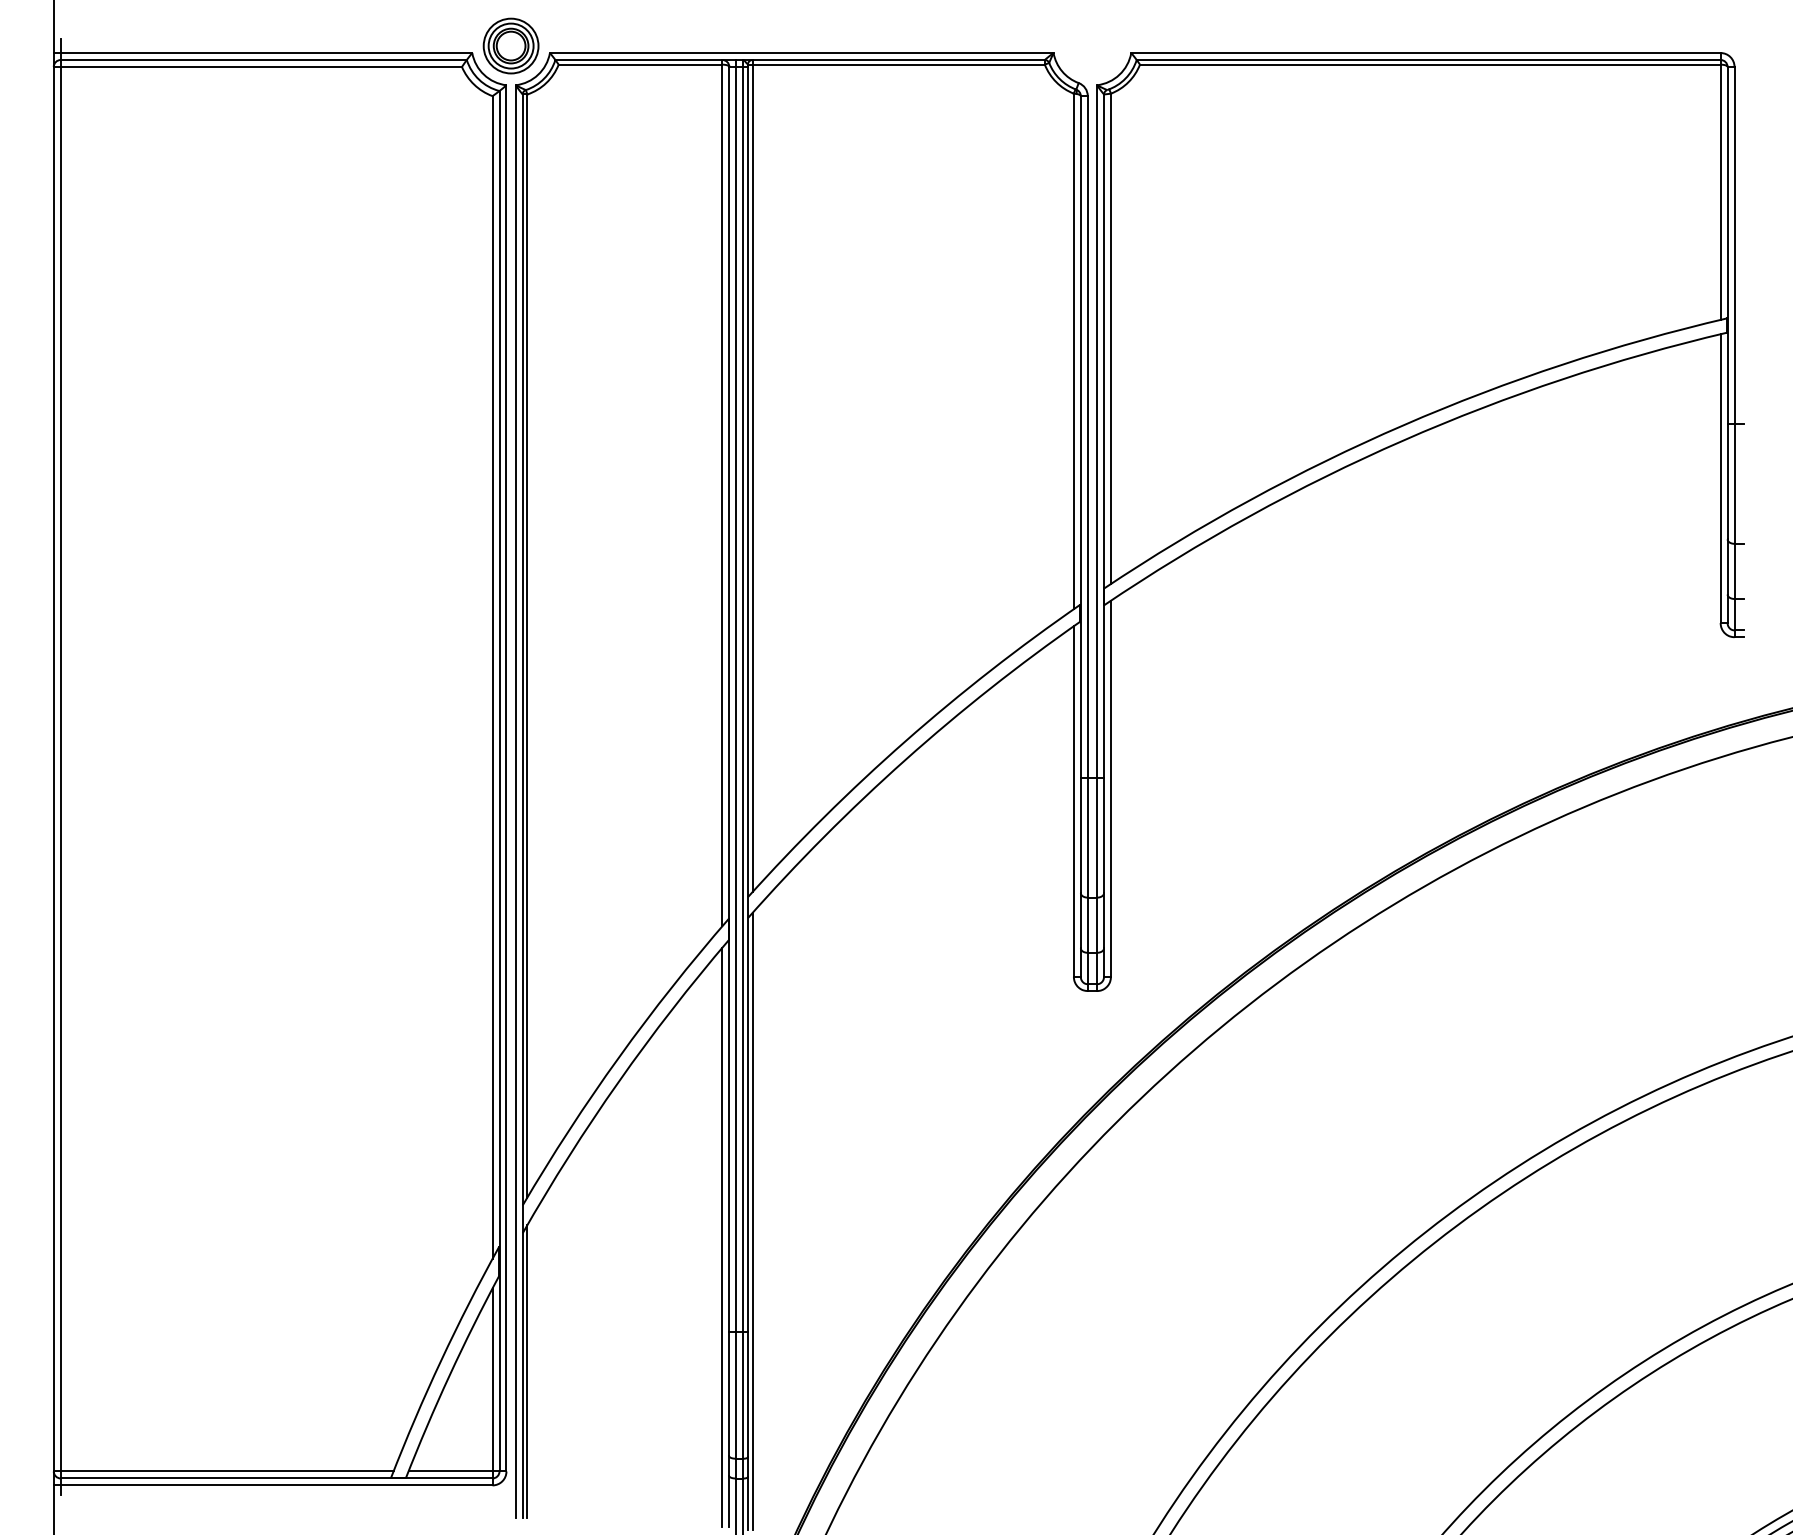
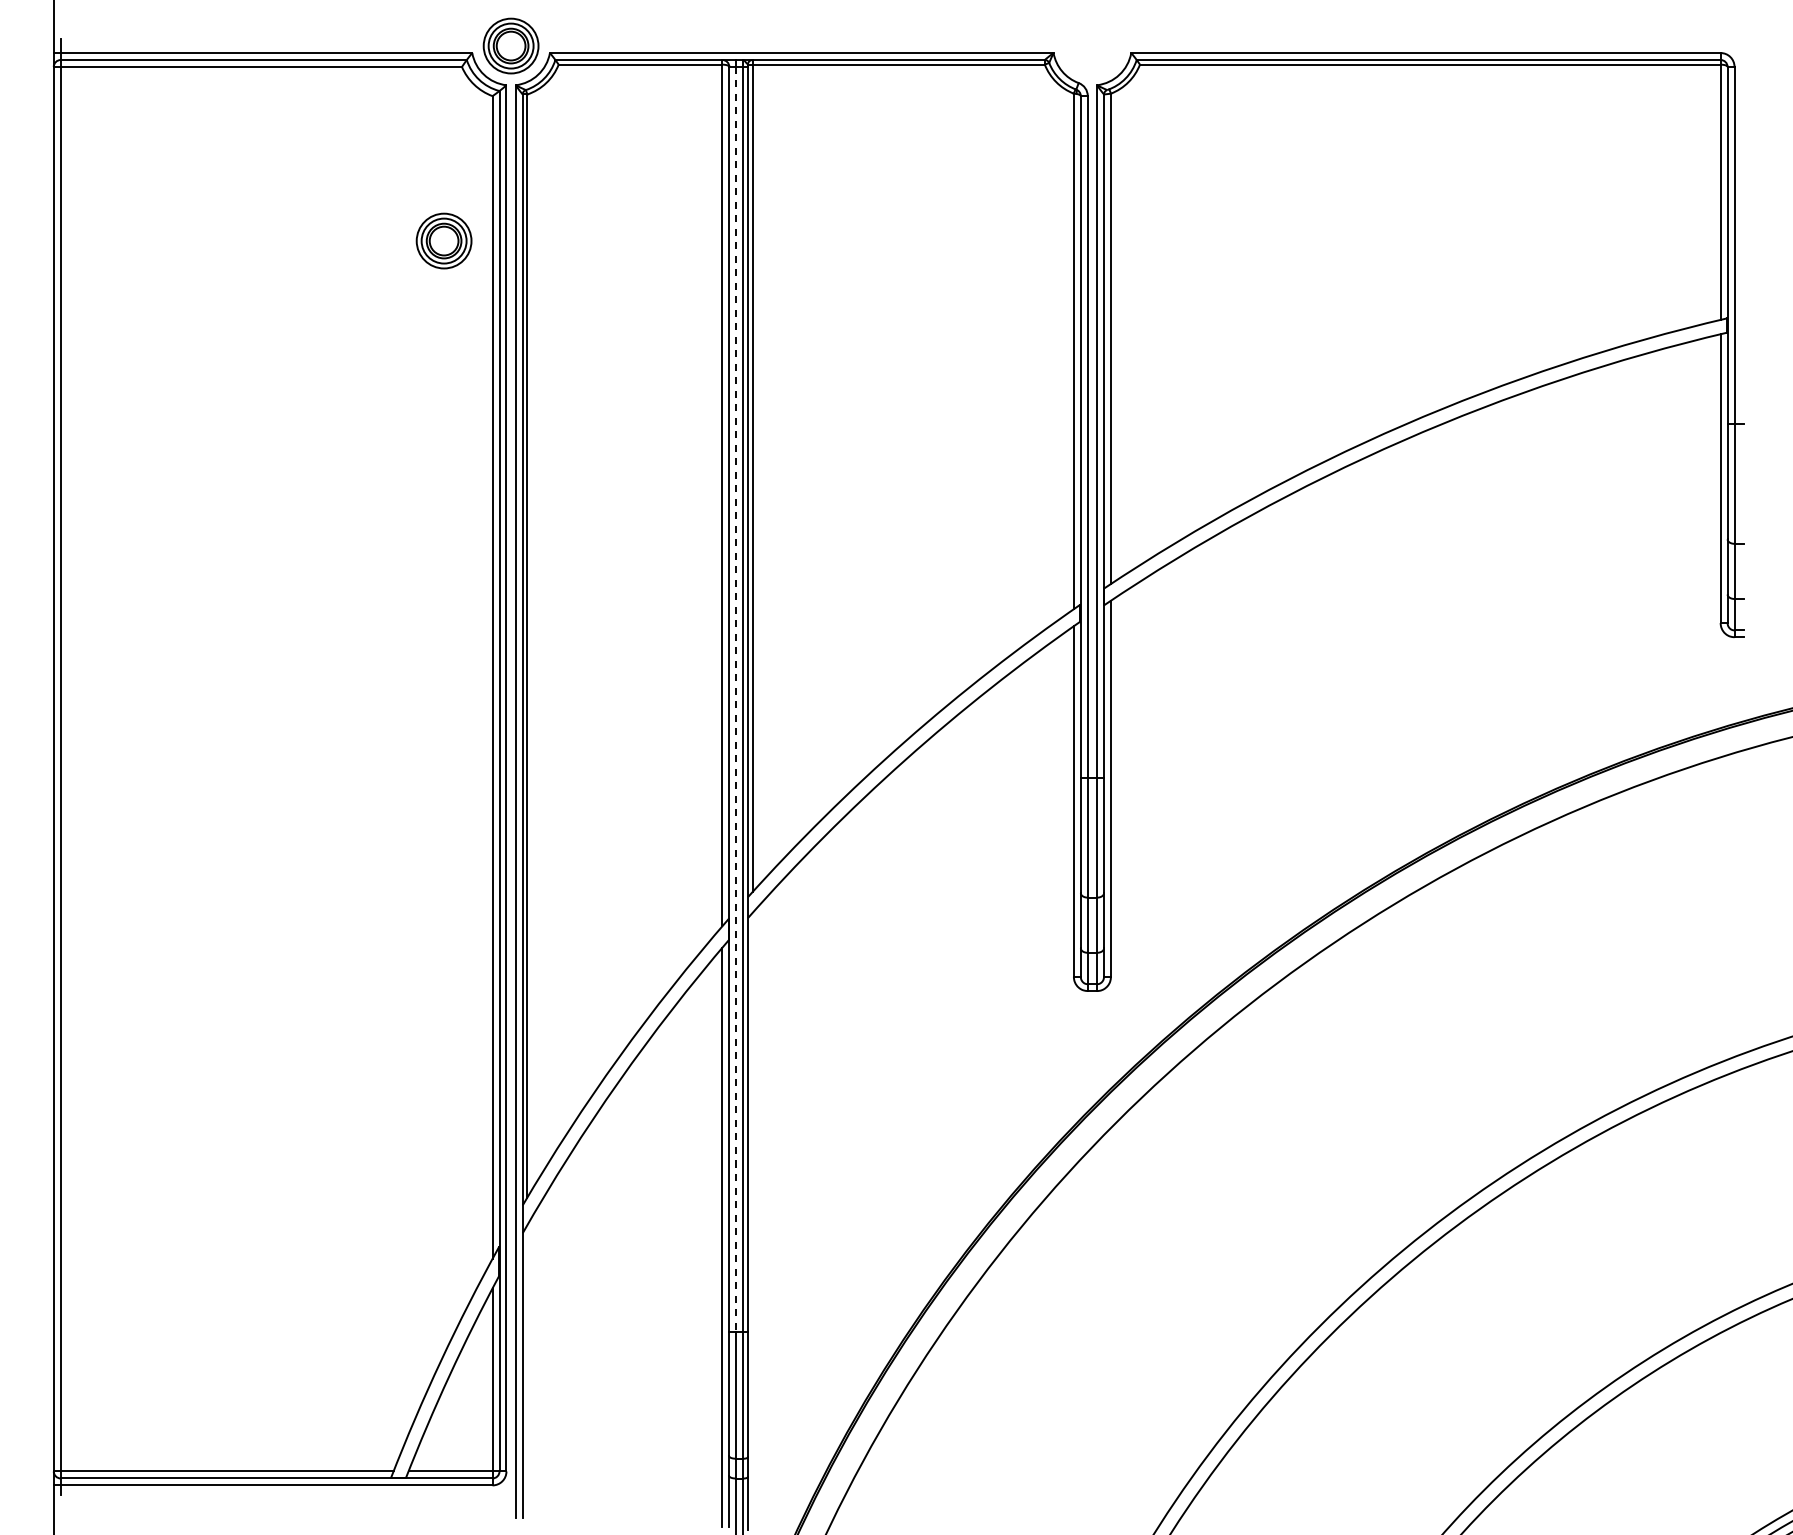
part at (443, 240): none -> present
line at (736, 699): solid -> dashed
line at (752, 1221): present -> none
line at (527, 1371): present -> none
